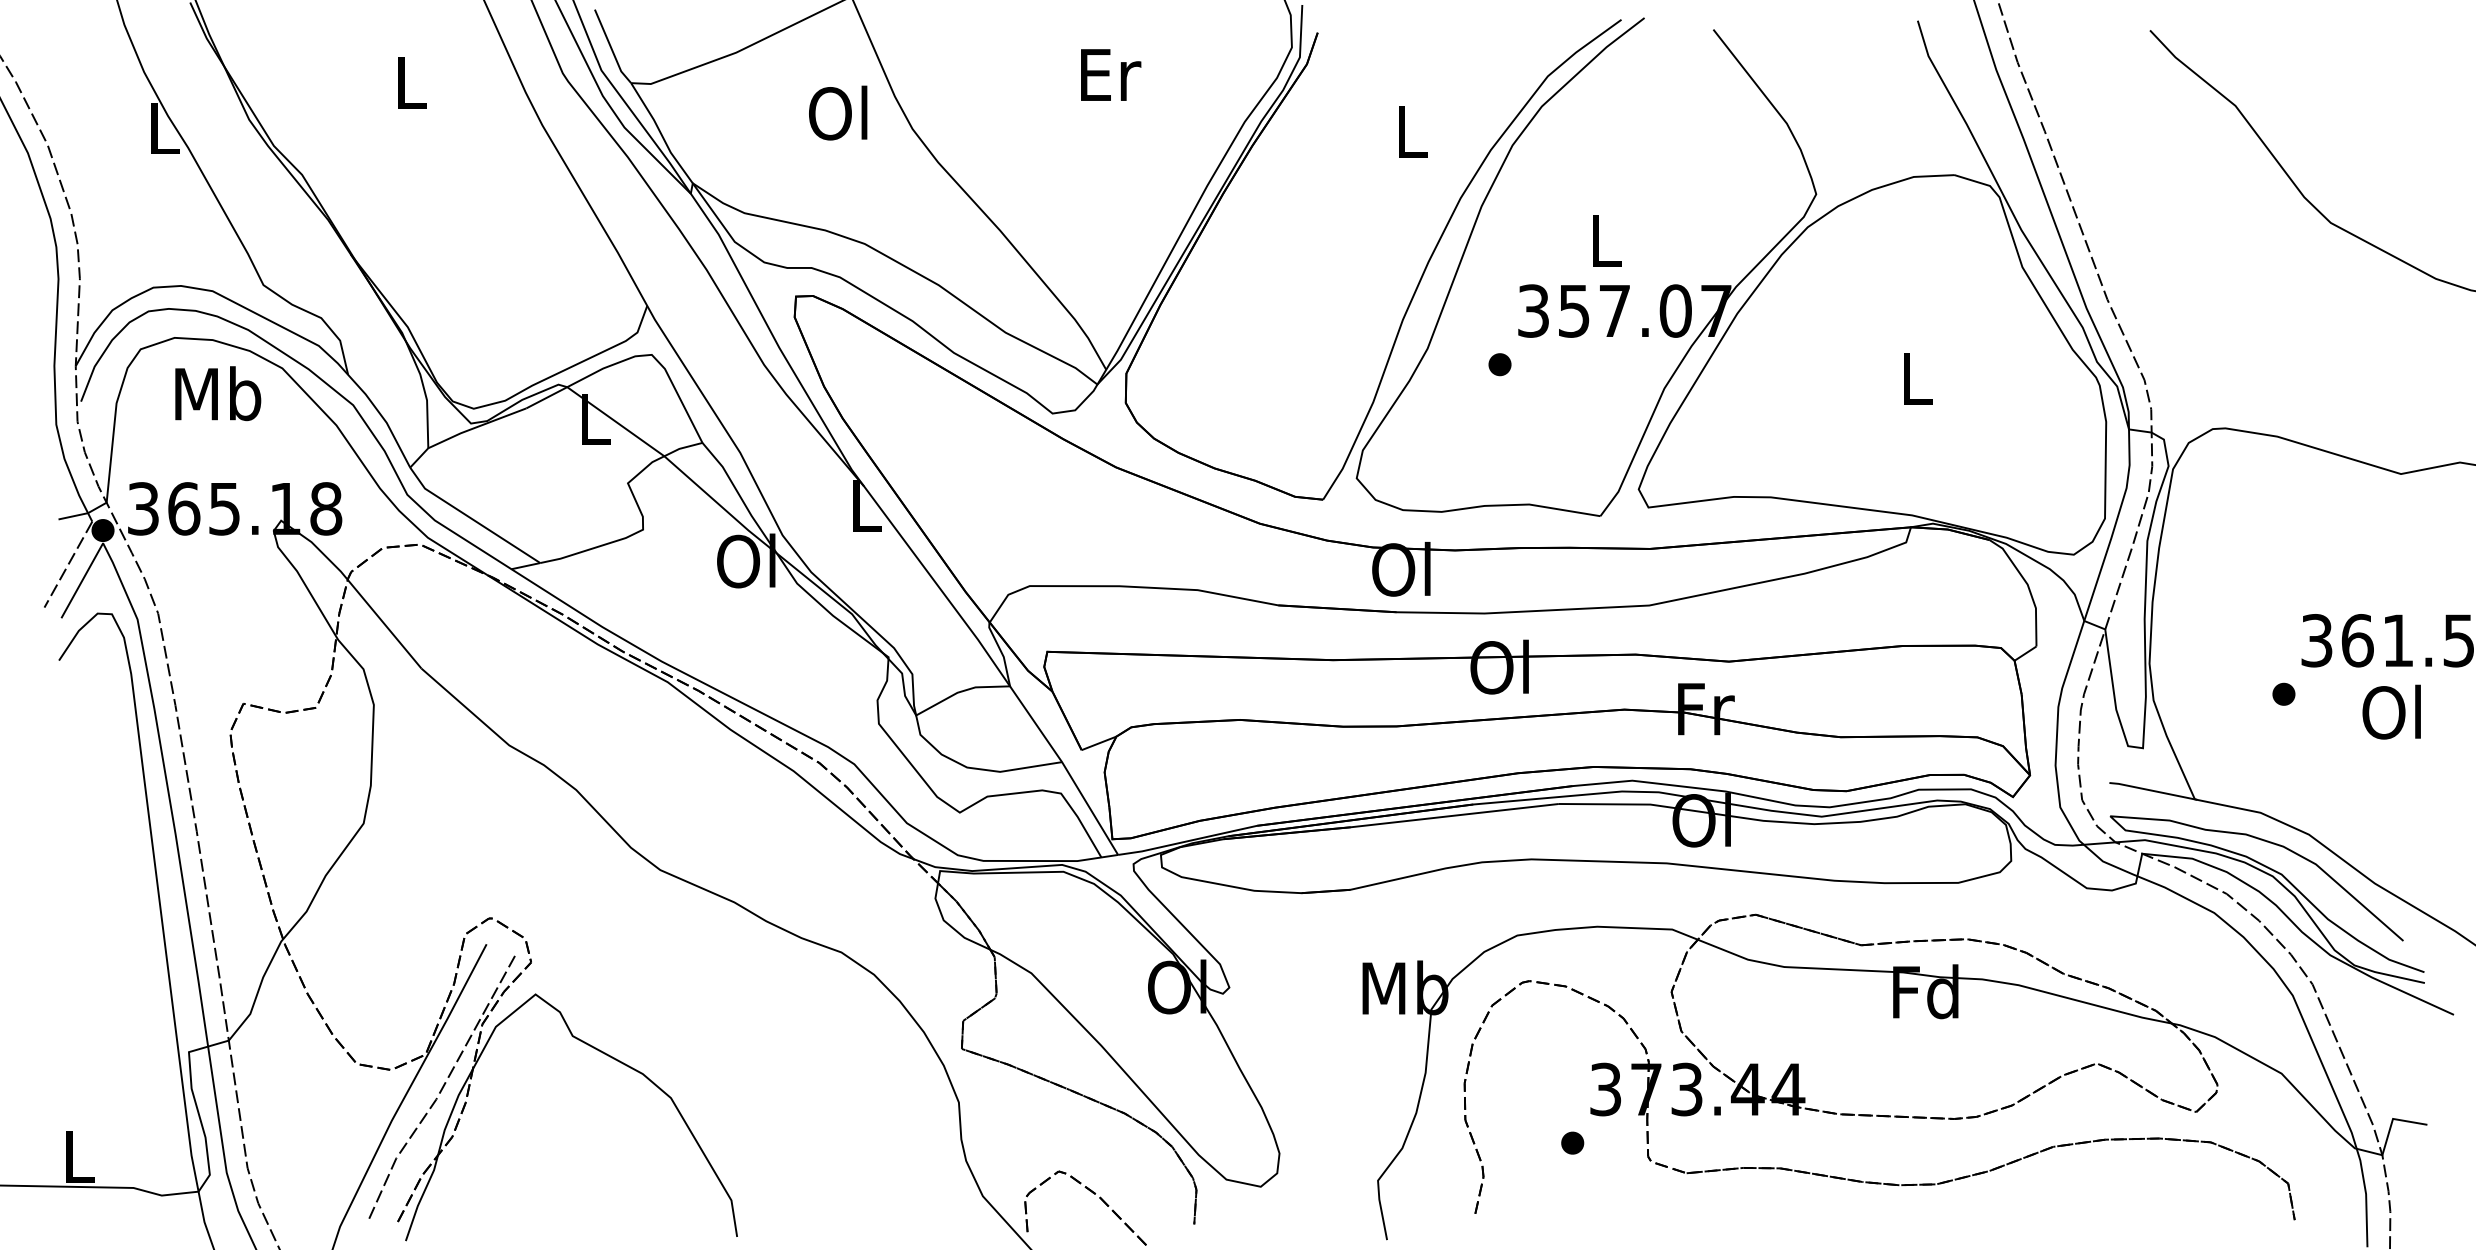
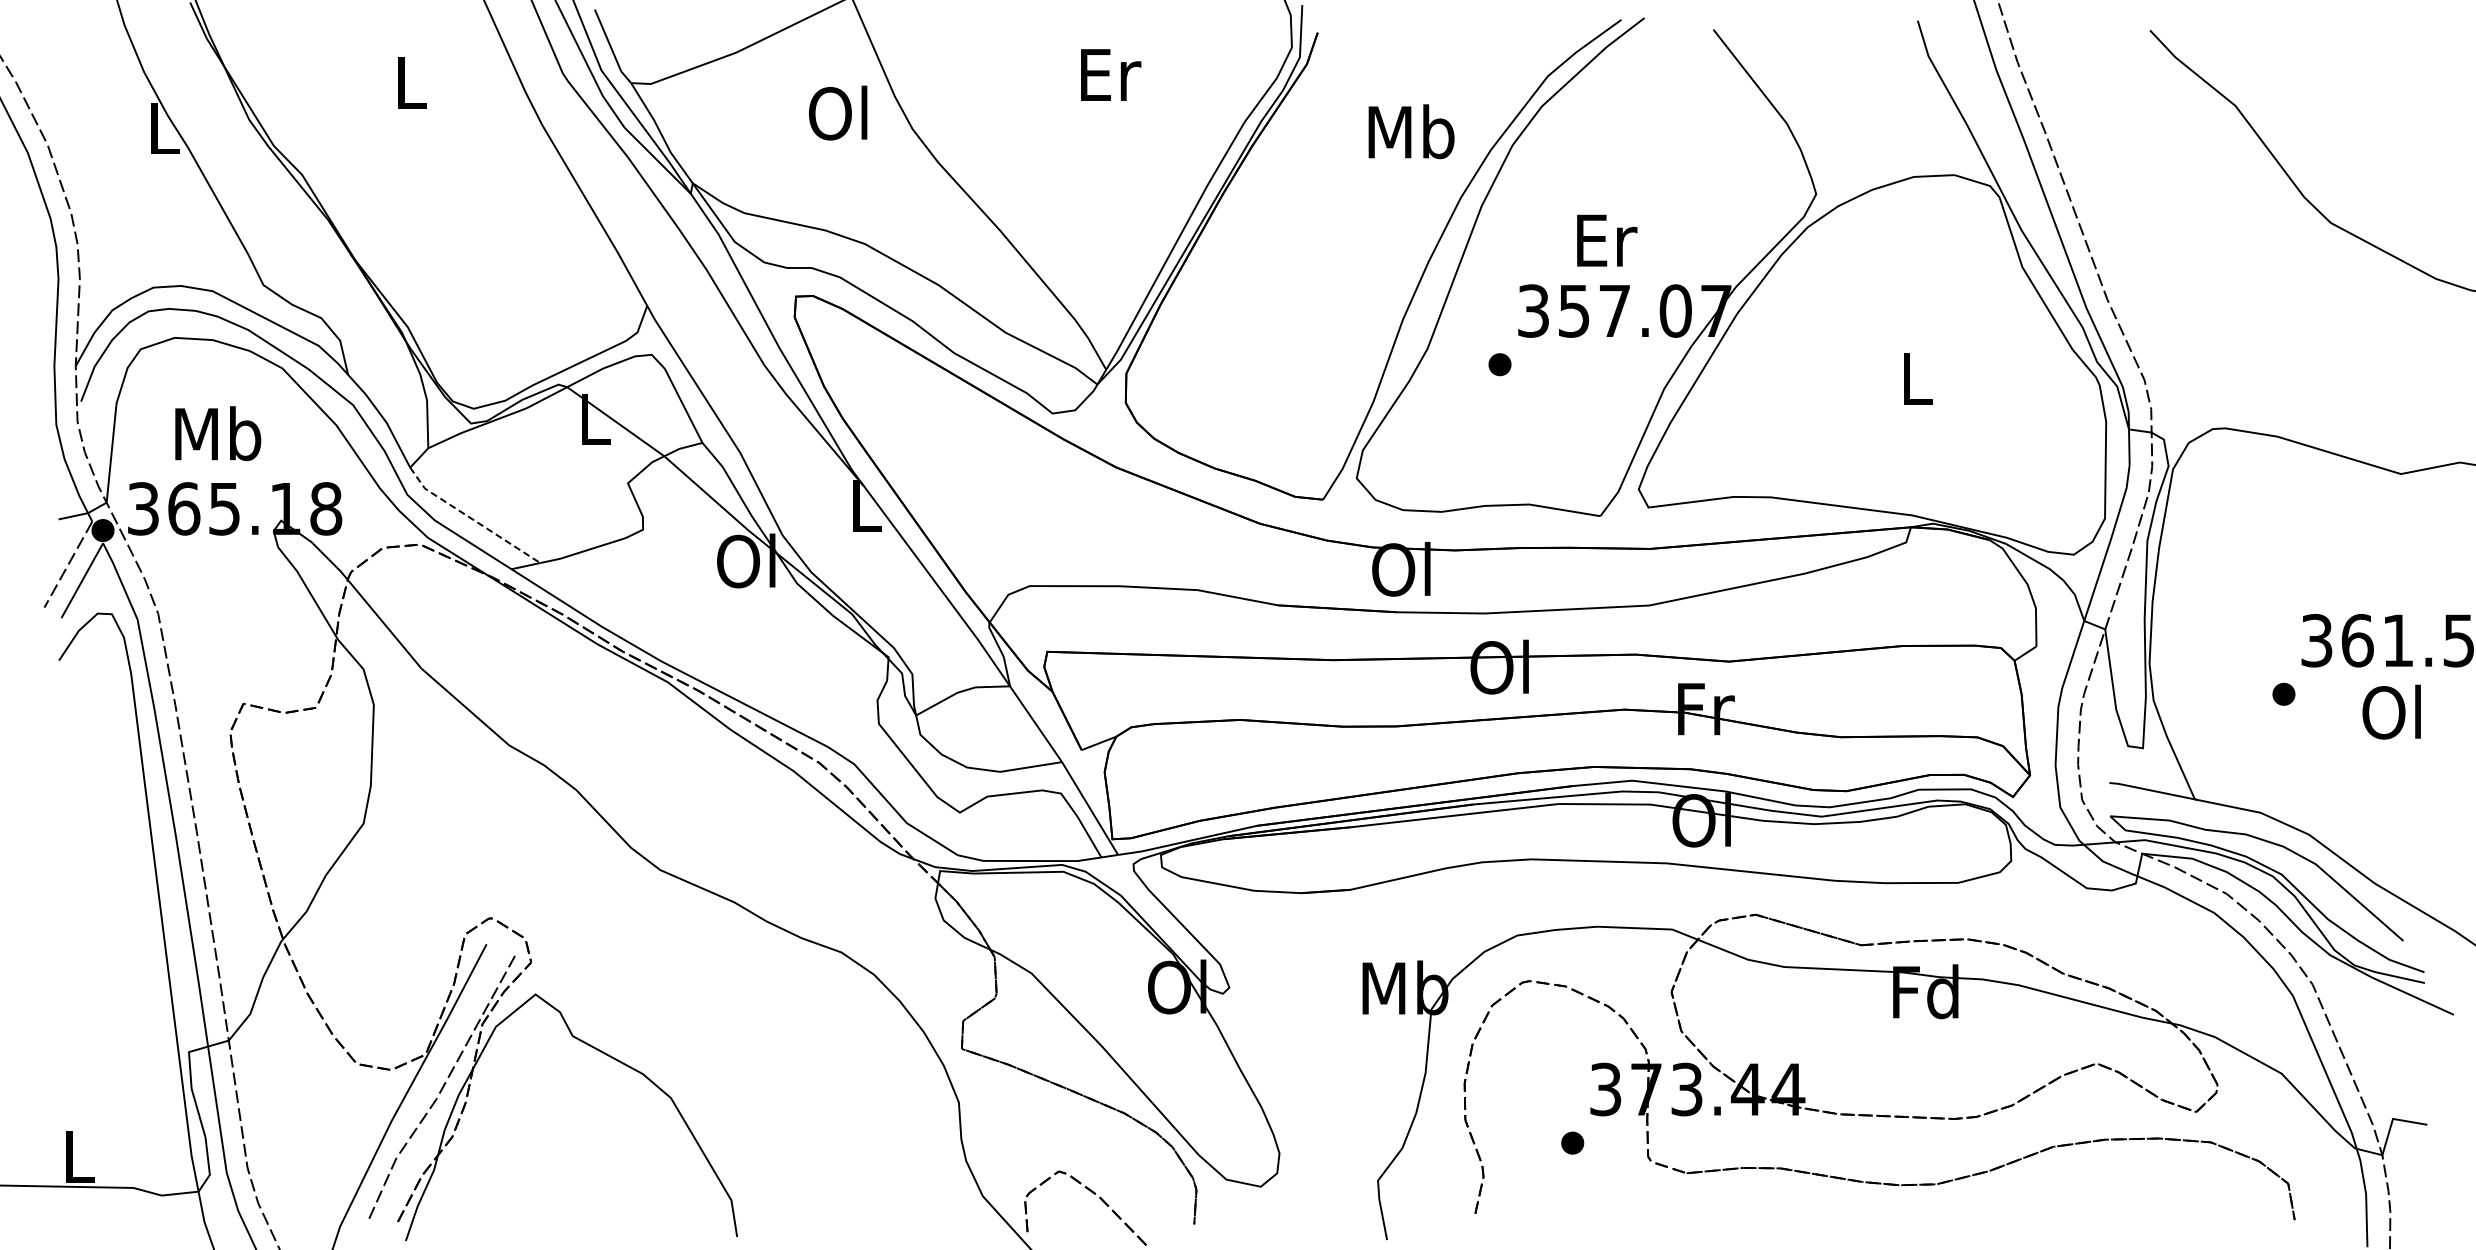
text at (1411, 131): L -> Mb
text at (1607, 240): L -> Er
text at (218, 393) position: (218, 393) -> (218, 433)
line at (471, 518): solid -> dashed
